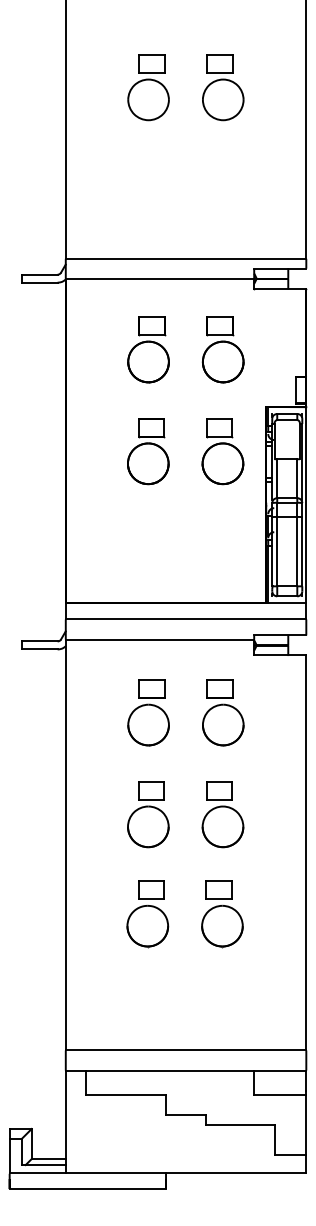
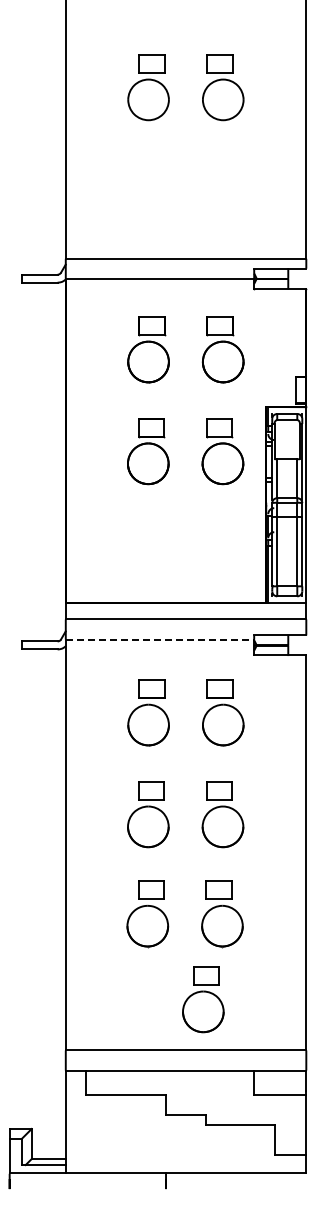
line at (160, 639): solid -> dashed
part at (203, 999): none -> present
line at (87, 1189): present -> none
